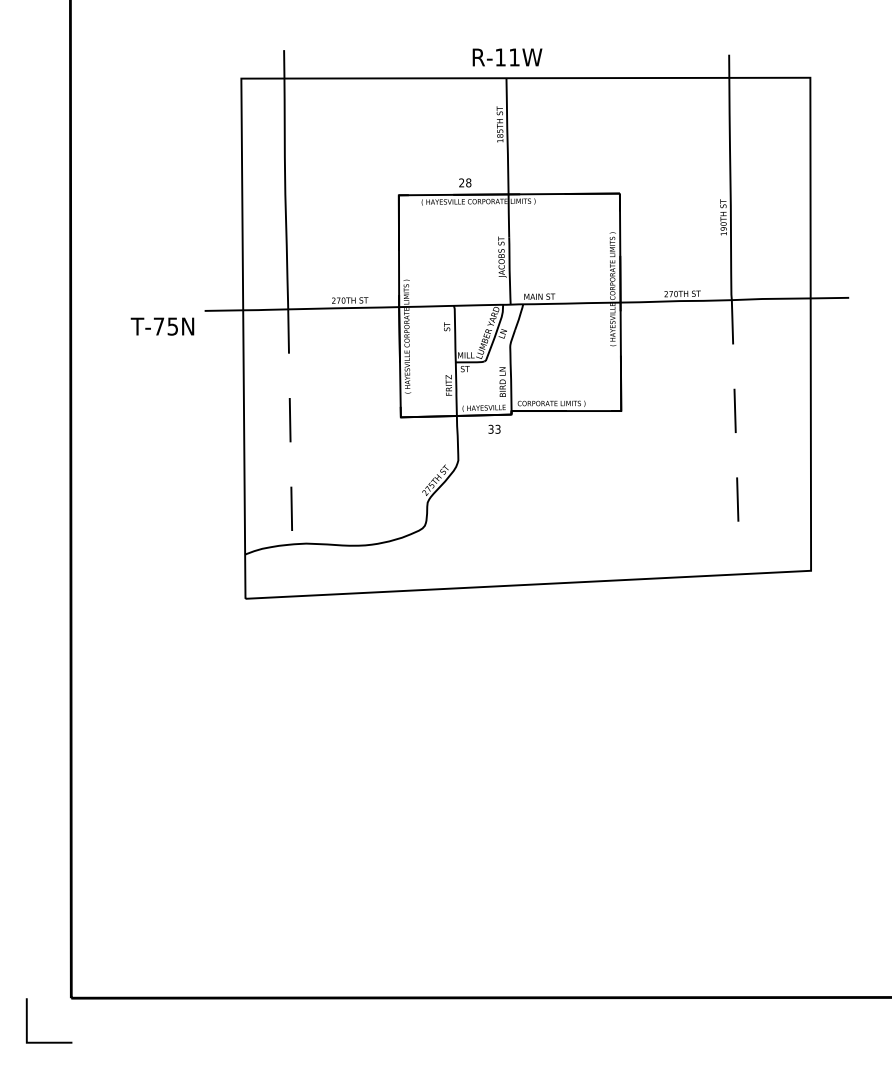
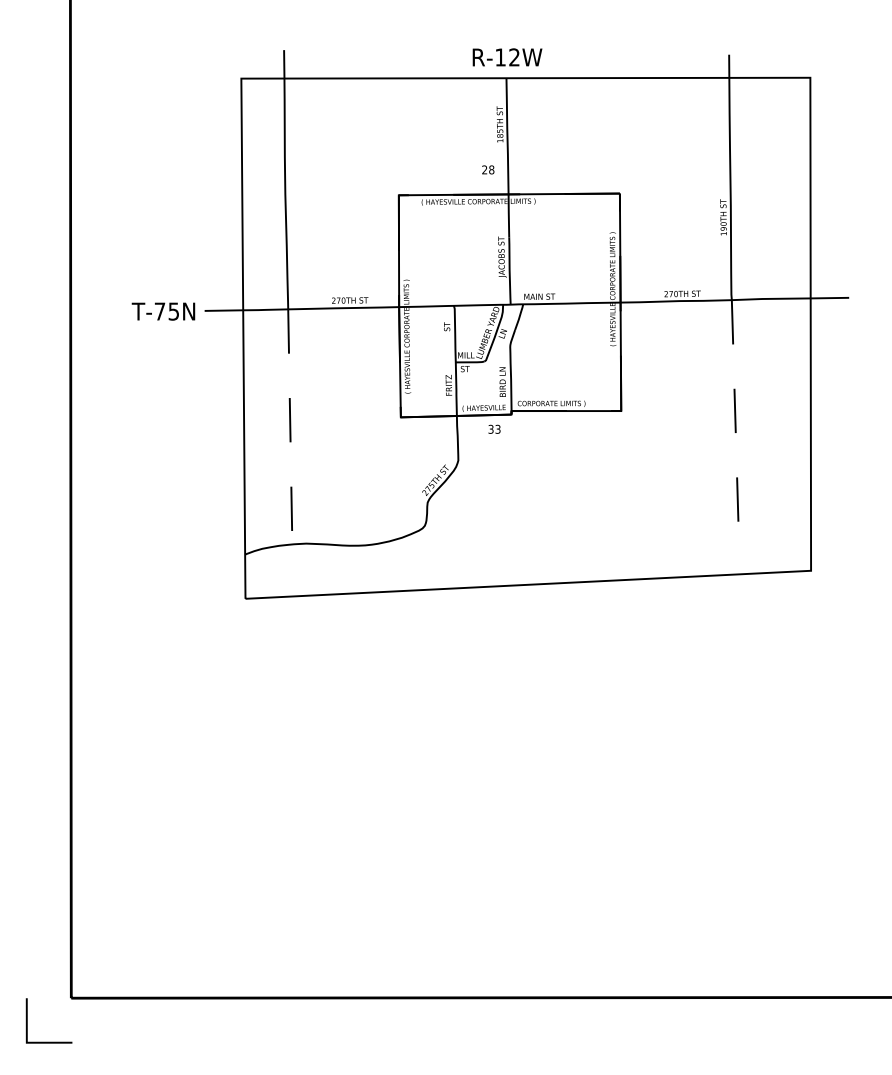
text at (514, 57): R-11W -> R-12W
text at (465, 182) position: (465, 182) -> (488, 169)
text at (162, 326) position: (162, 326) -> (163, 311)
